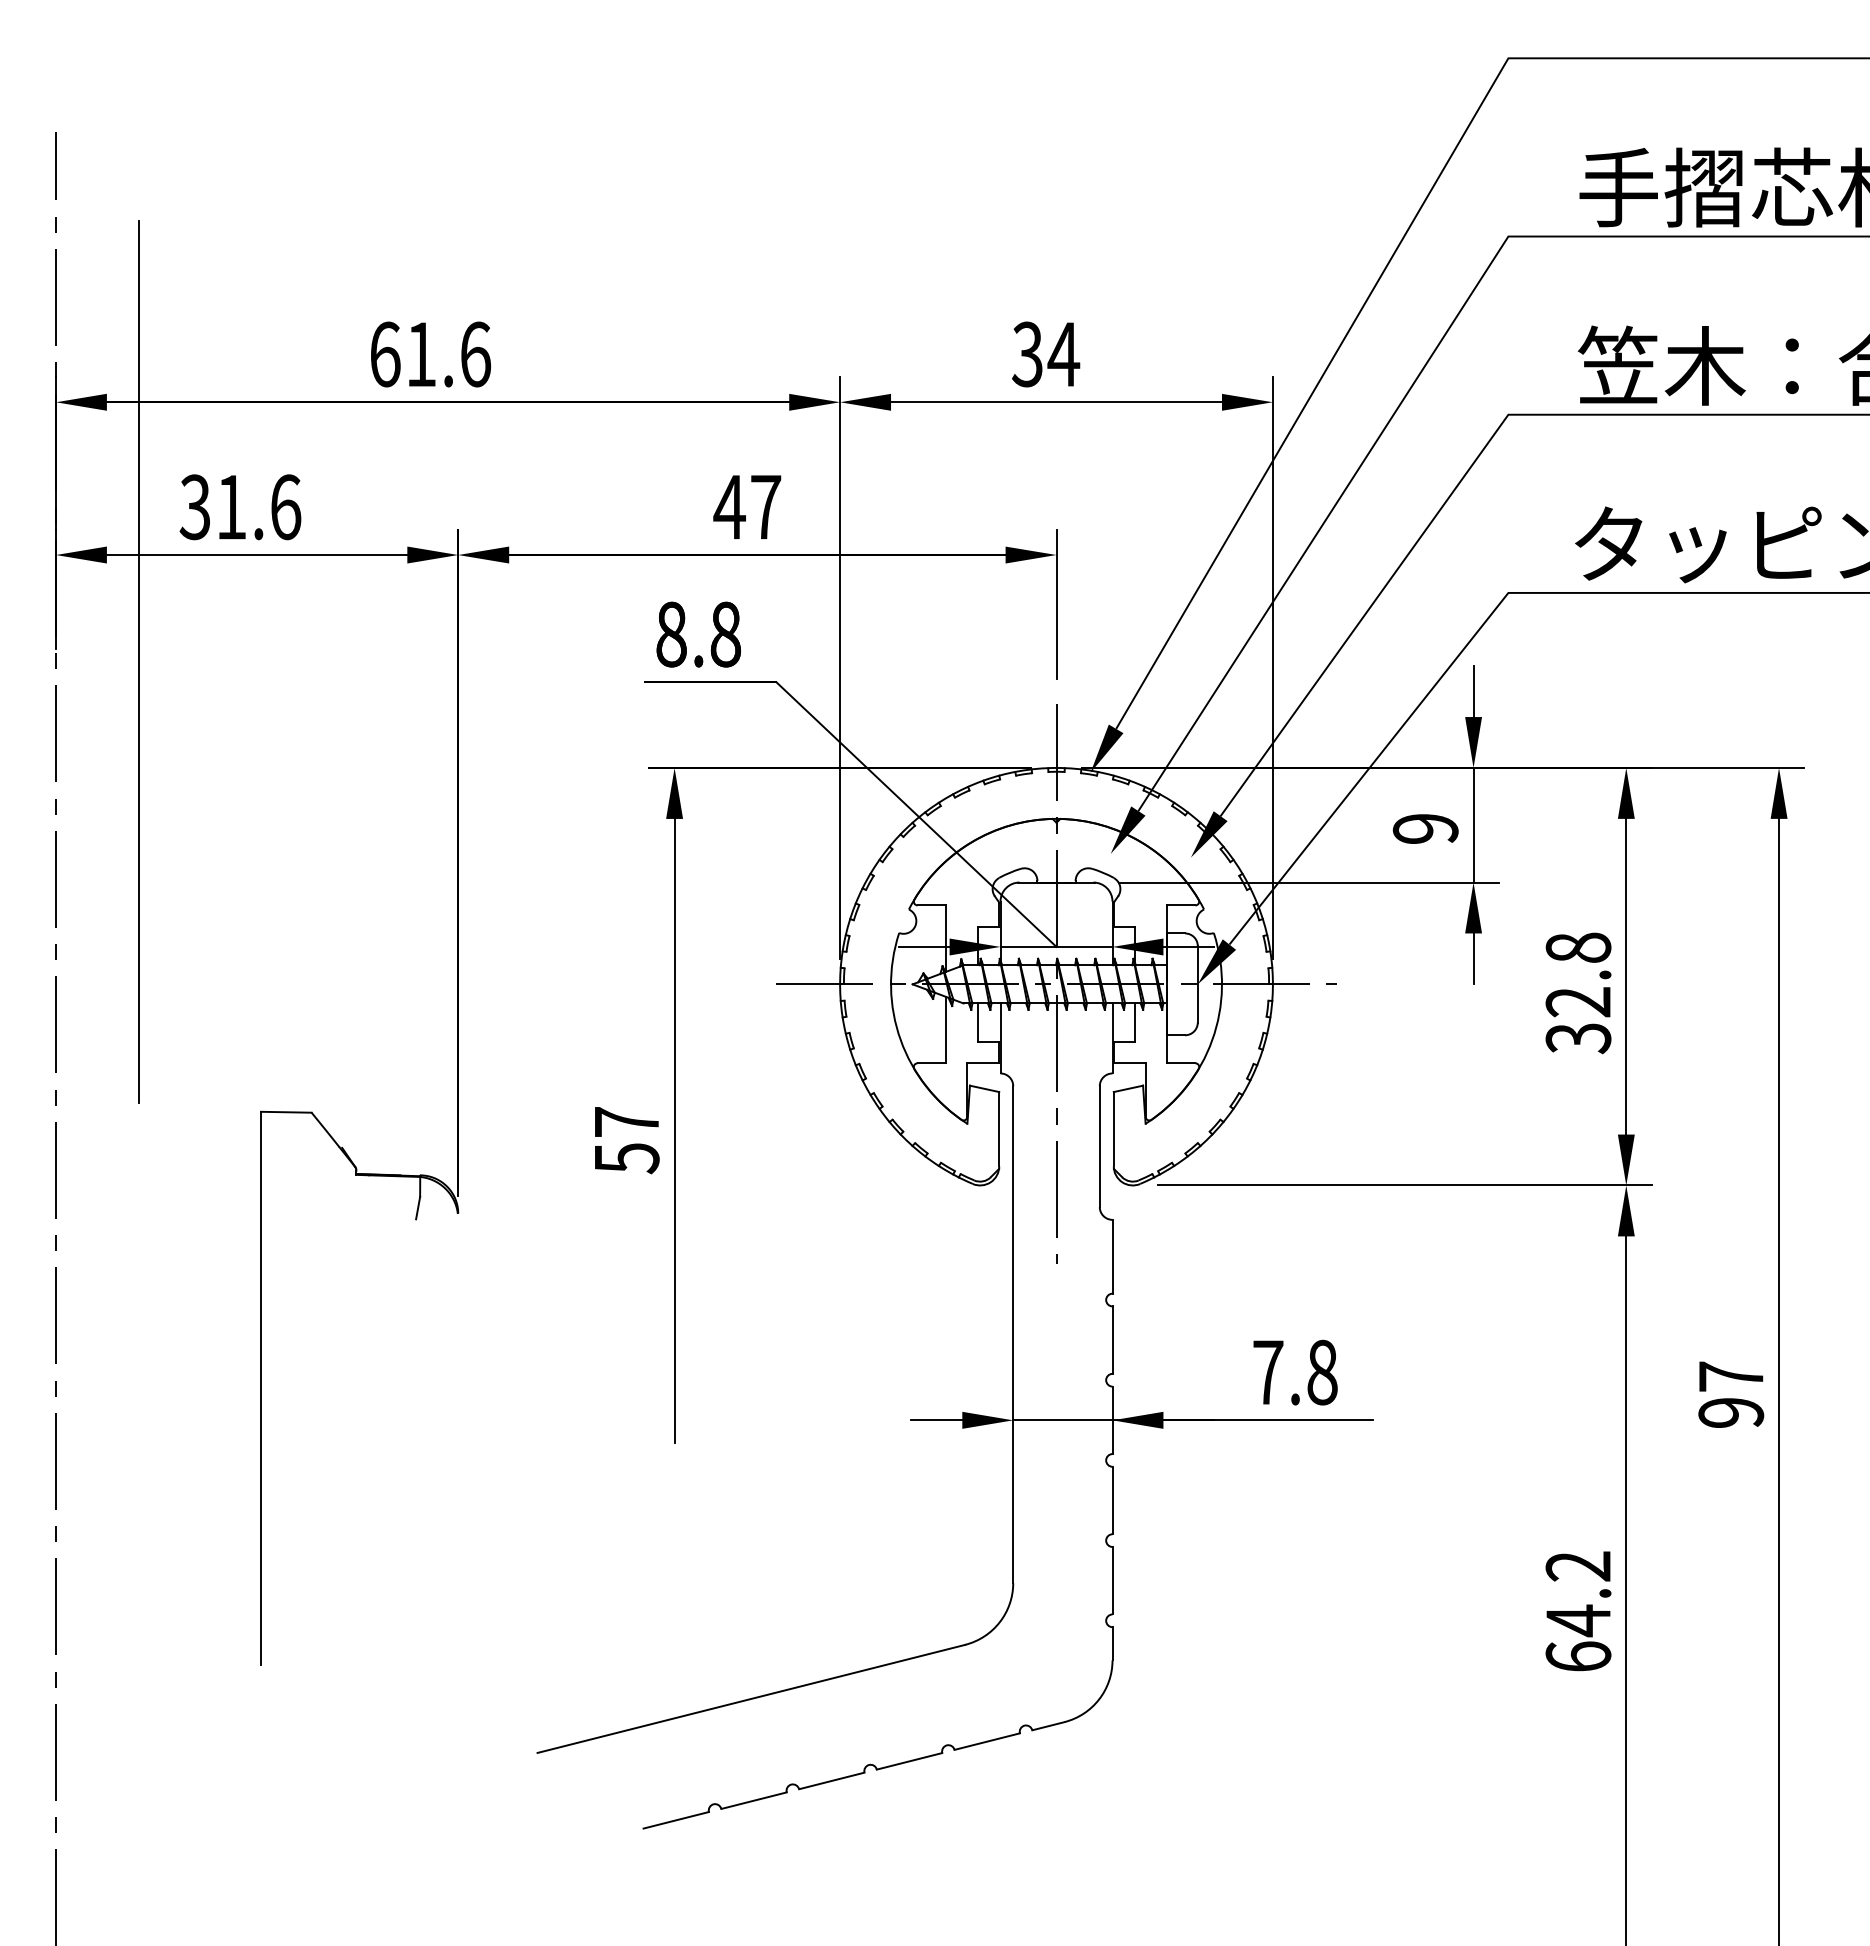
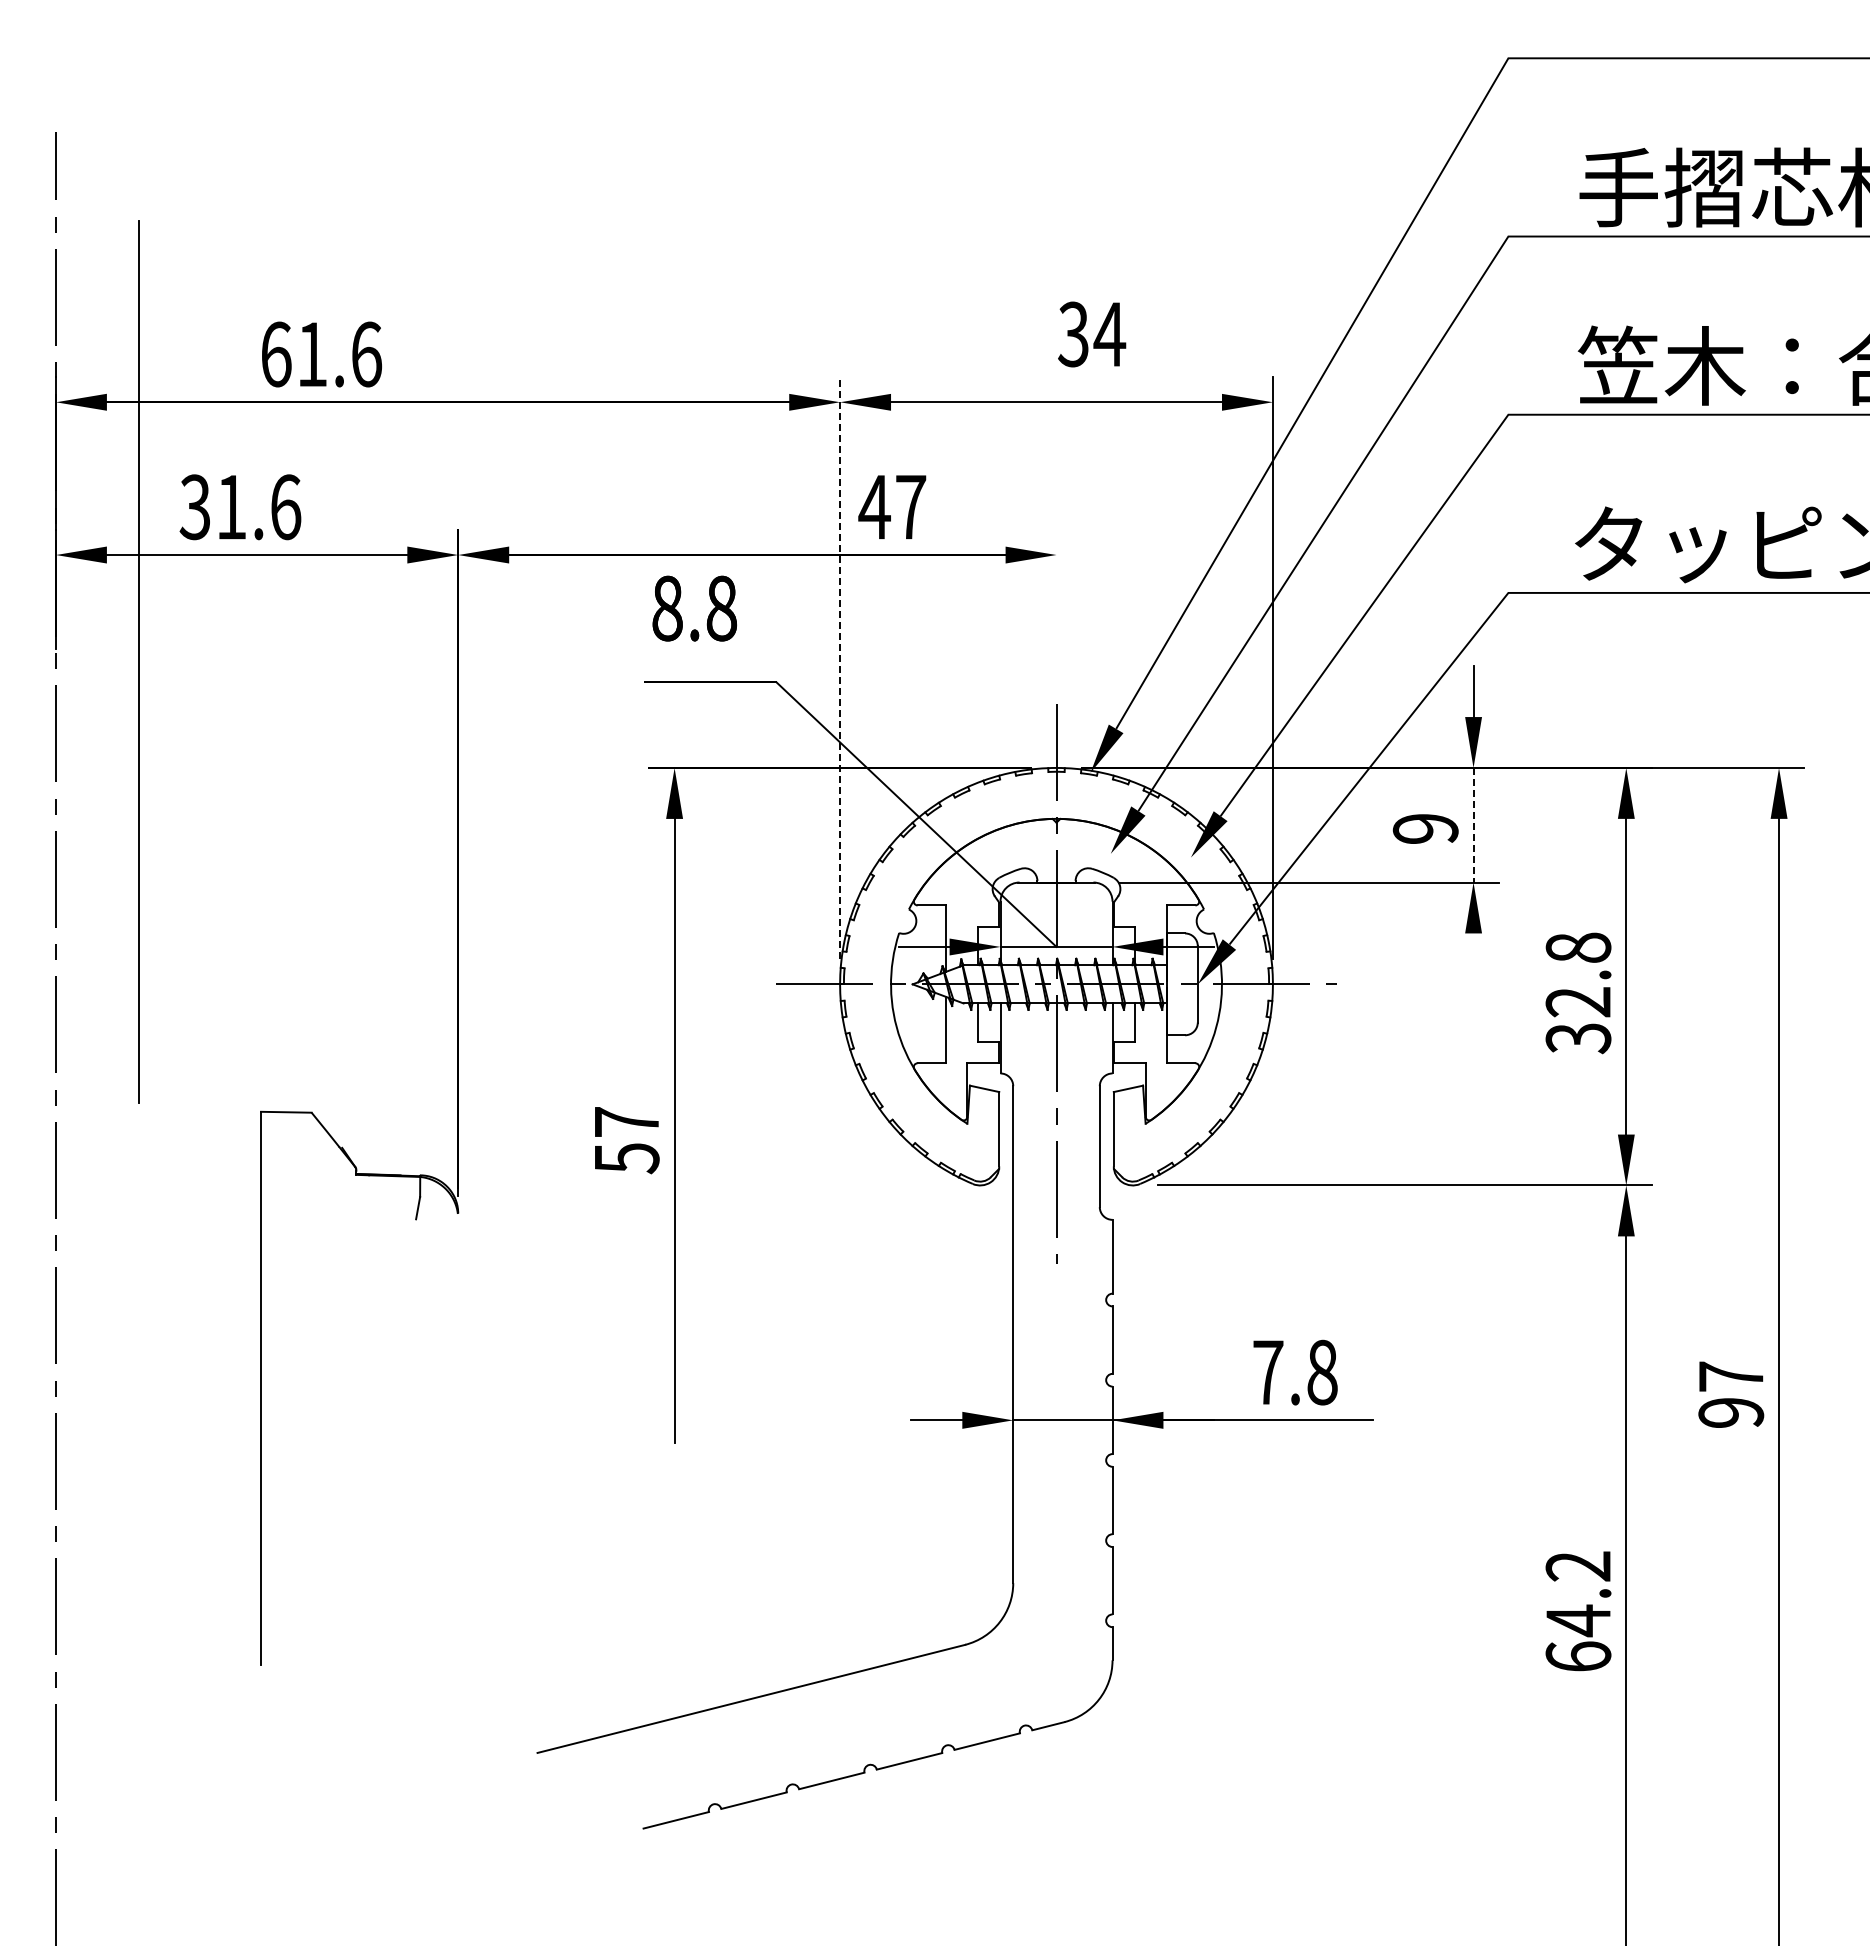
text at (430, 354) position: (430, 354) -> (321, 354)
text at (1046, 354) position: (1046, 354) -> (1092, 334)
text at (747, 506) position: (747, 506) -> (892, 506)
line at (1056, 603): present -> none
text at (698, 634) position: (698, 634) -> (694, 608)
line at (840, 667): solid -> dashed
line at (1473, 825): solid -> dashed
line at (1473, 958): present -> none
